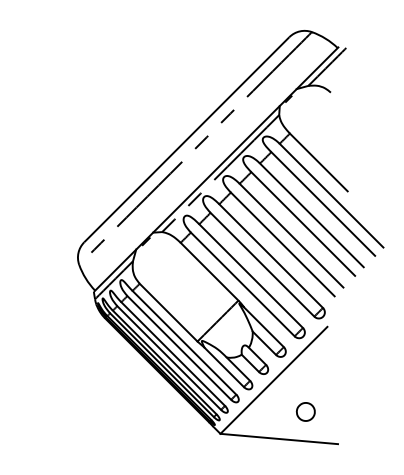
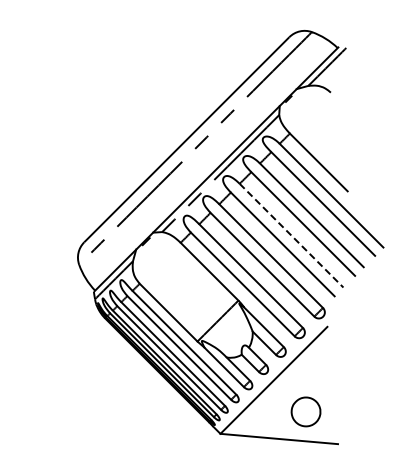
line at (291, 236): solid -> dashed
part at (305, 411) size: 21x20 px -> 32x32 px
